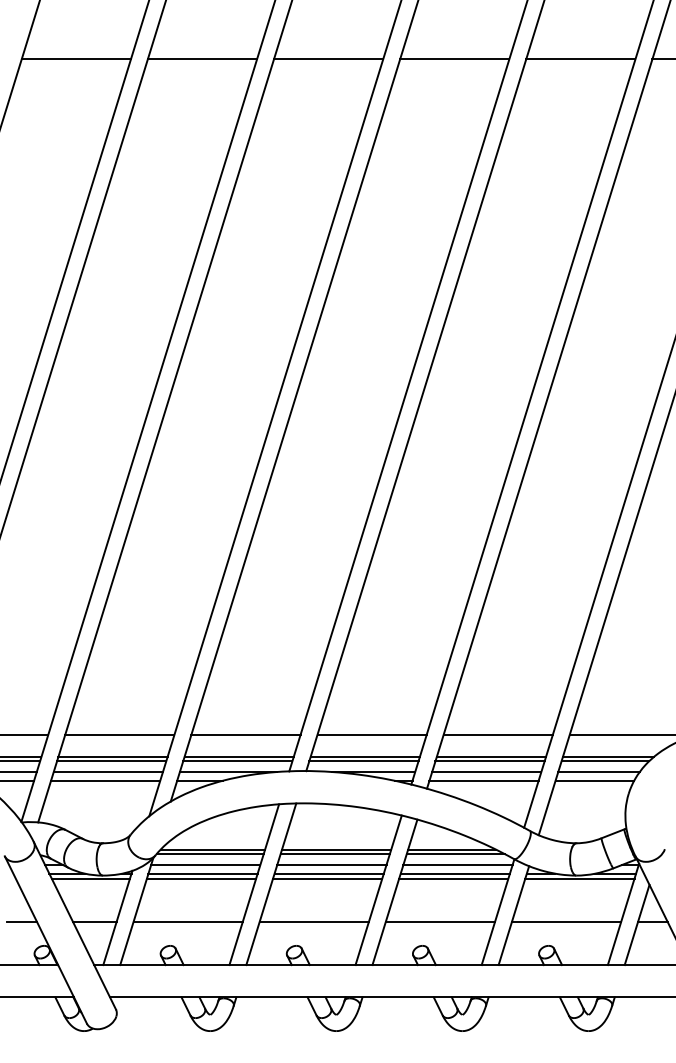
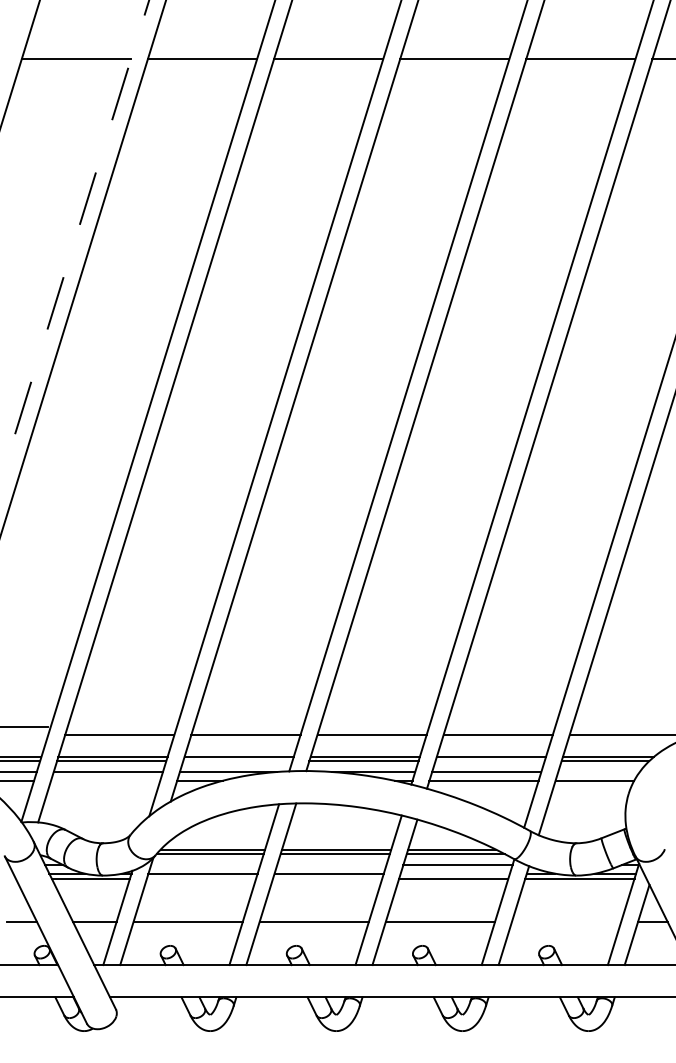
line at (74, 240): solid -> dashed
line at (25, 734) position: (25, 734) -> (25, 726)
line at (237, 761): present -> none
line at (489, 761): present -> none
line at (598, 772): present -> none
line at (105, 780): present -> none
line at (205, 864): present -> none
line at (331, 864): present -> none
line at (454, 873): present -> none
line at (201, 878): present -> none
line at (327, 878): present -> none
line at (566, 921): present -> none
